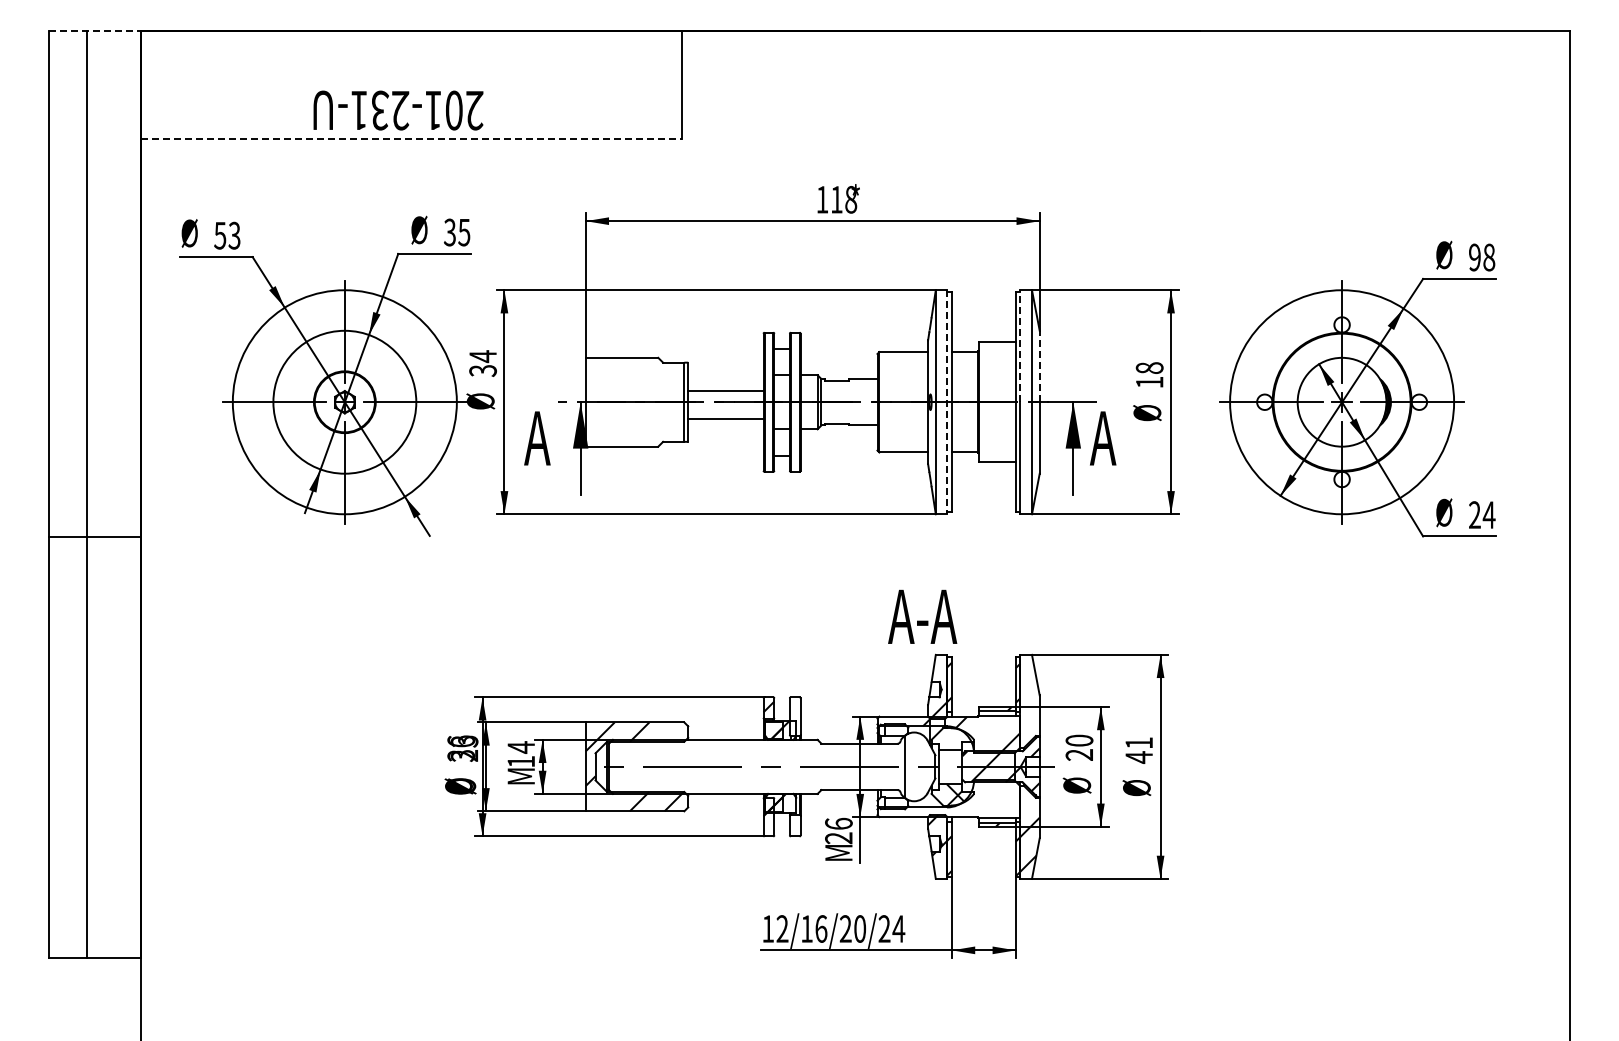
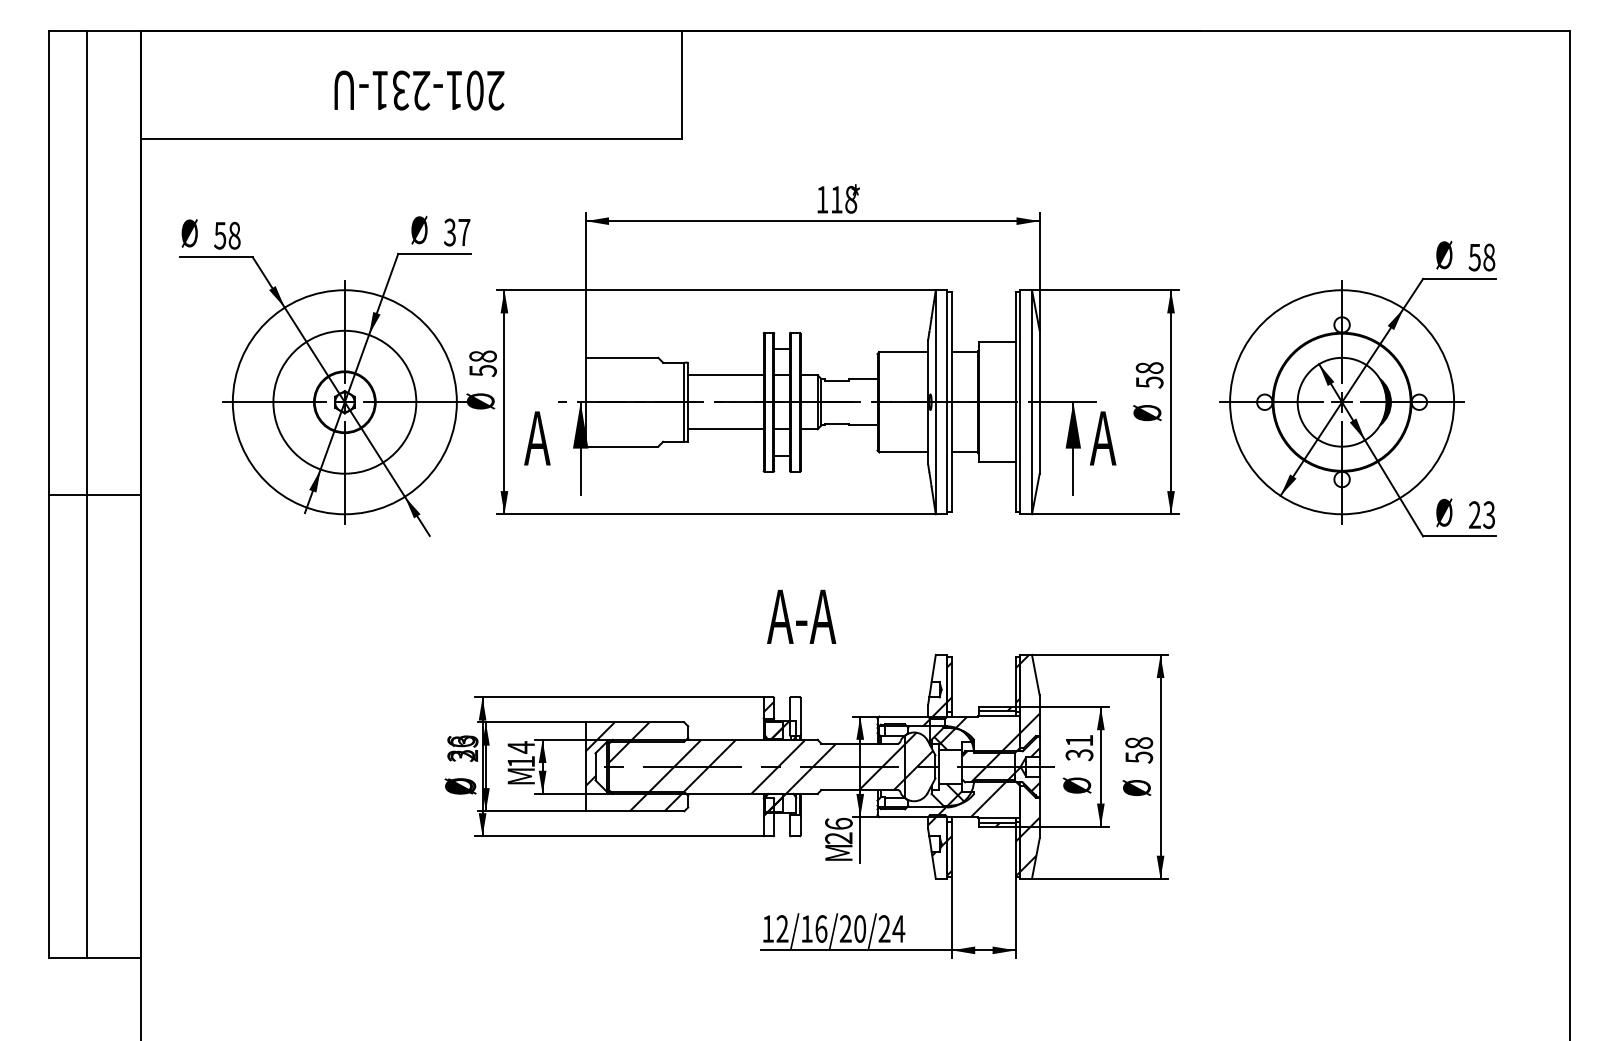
line at (95, 31): dashed -> solid
text at (398, 110) position: (398, 110) -> (419, 90)
line at (412, 139): dashed -> solid
text at (464, 232): 35 -> 37
text at (234, 235): 53 -> 58
text at (1474, 257): 98 -> 58
line at (1020, 345): dashed -> solid
text at (482, 363): 34 -> 58
line at (1039, 366): dashed -> solid
text at (1149, 382): 18 -> 58
line at (725, 391) position: (725, 391) -> (725, 375)
line at (947, 402): dashed -> solid
line at (725, 419) position: (725, 419) -> (725, 429)
text at (1488, 514): 24 -> 23
line at (94, 536) position: (94, 536) -> (94, 494)
text at (922, 616) position: (922, 616) -> (801, 616)
hatch at (1029, 693): none -> present
hatch at (953, 738): none -> present
text at (1079, 747): 20 -> 31
text at (1139, 750): 41 -> 58
hatch at (771, 762): none -> present
hatch at (971, 798): none -> present
